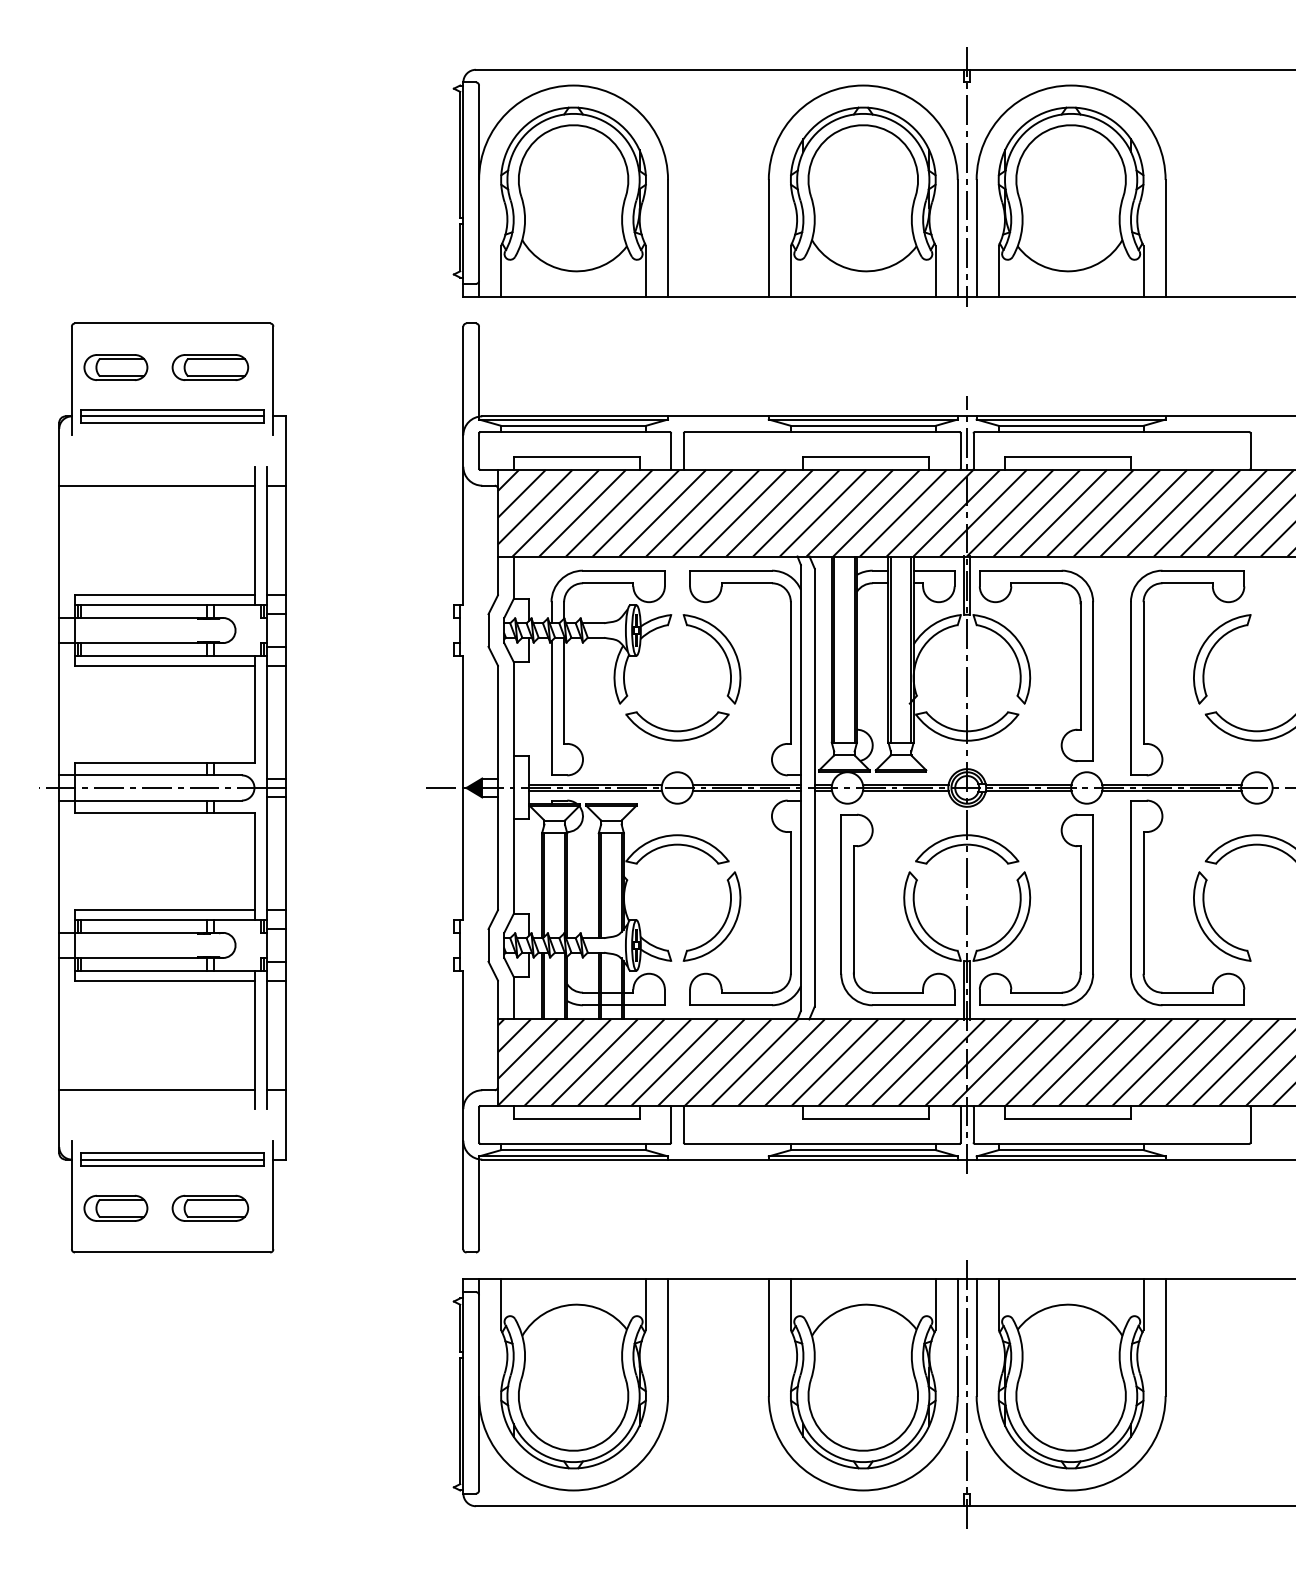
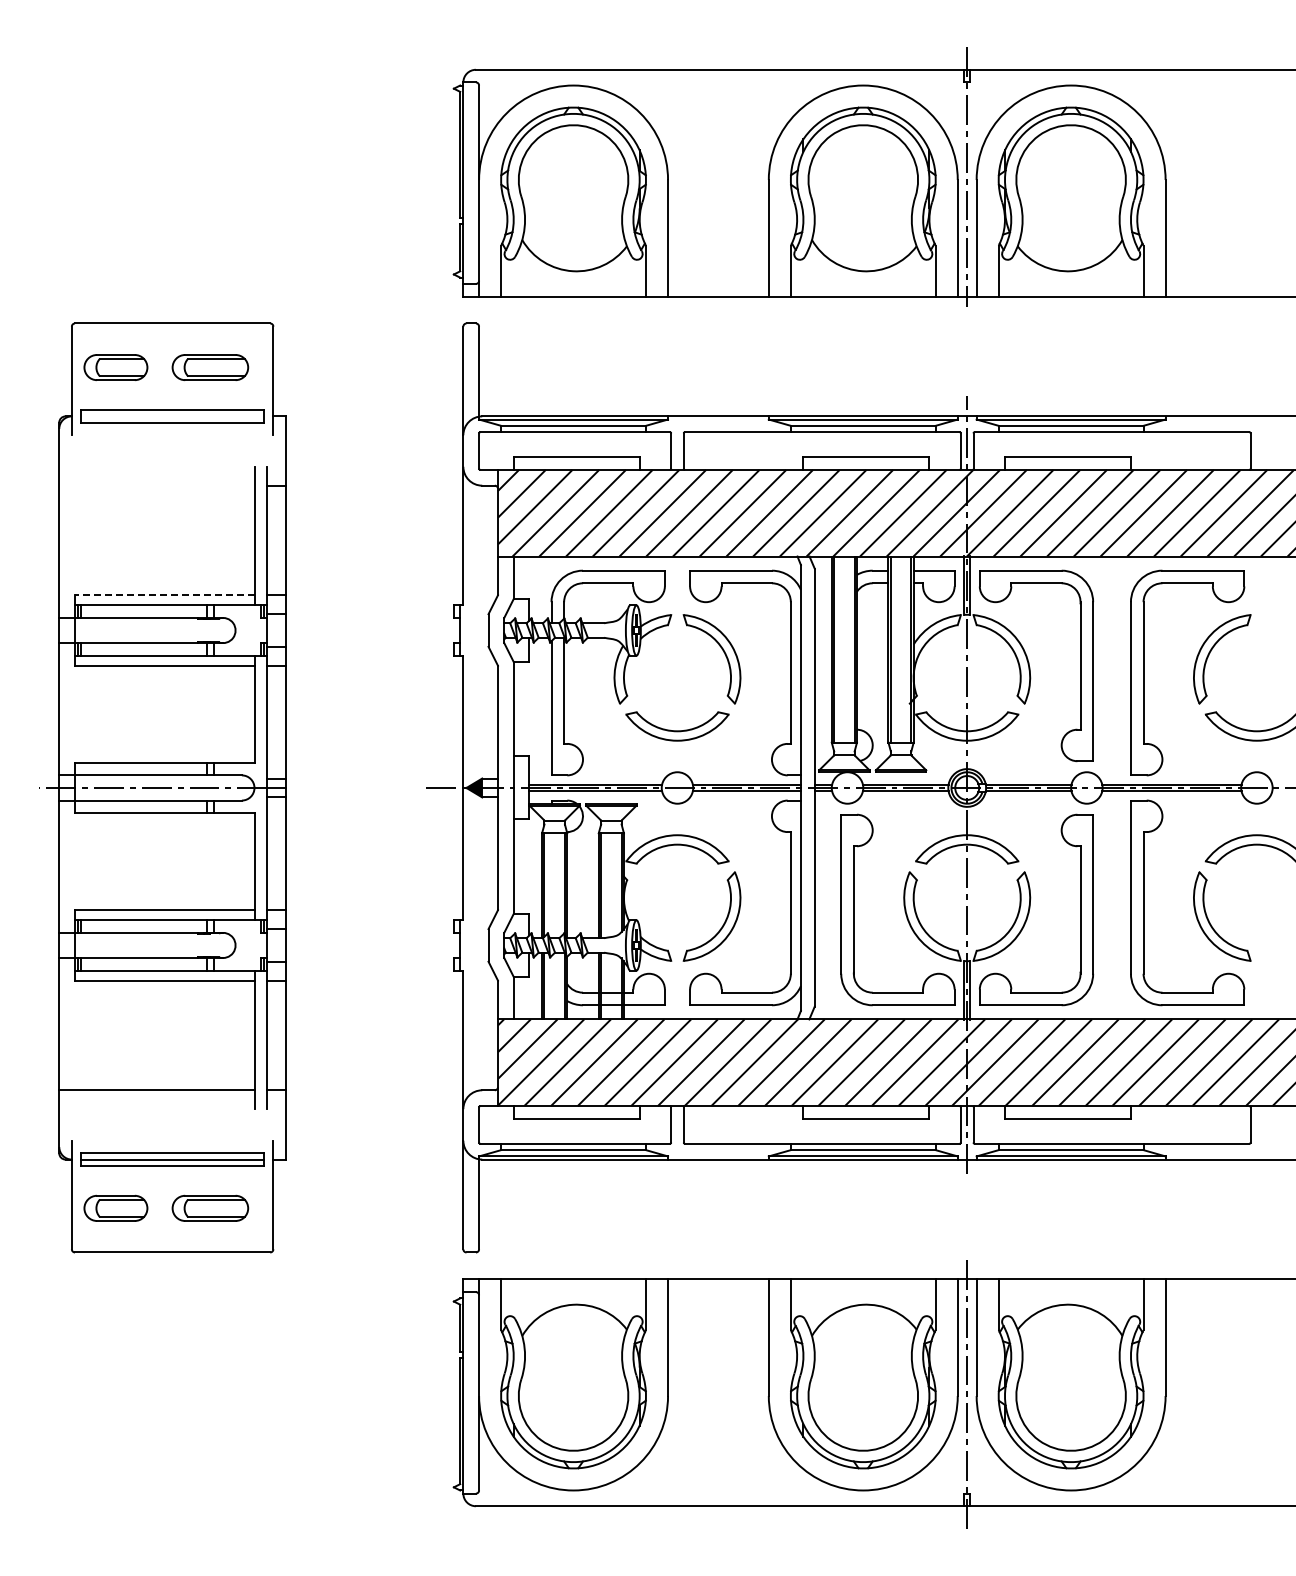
line at (172, 416): present -> none
line at (156, 485): present -> none
line at (164, 595): solid -> dashed
